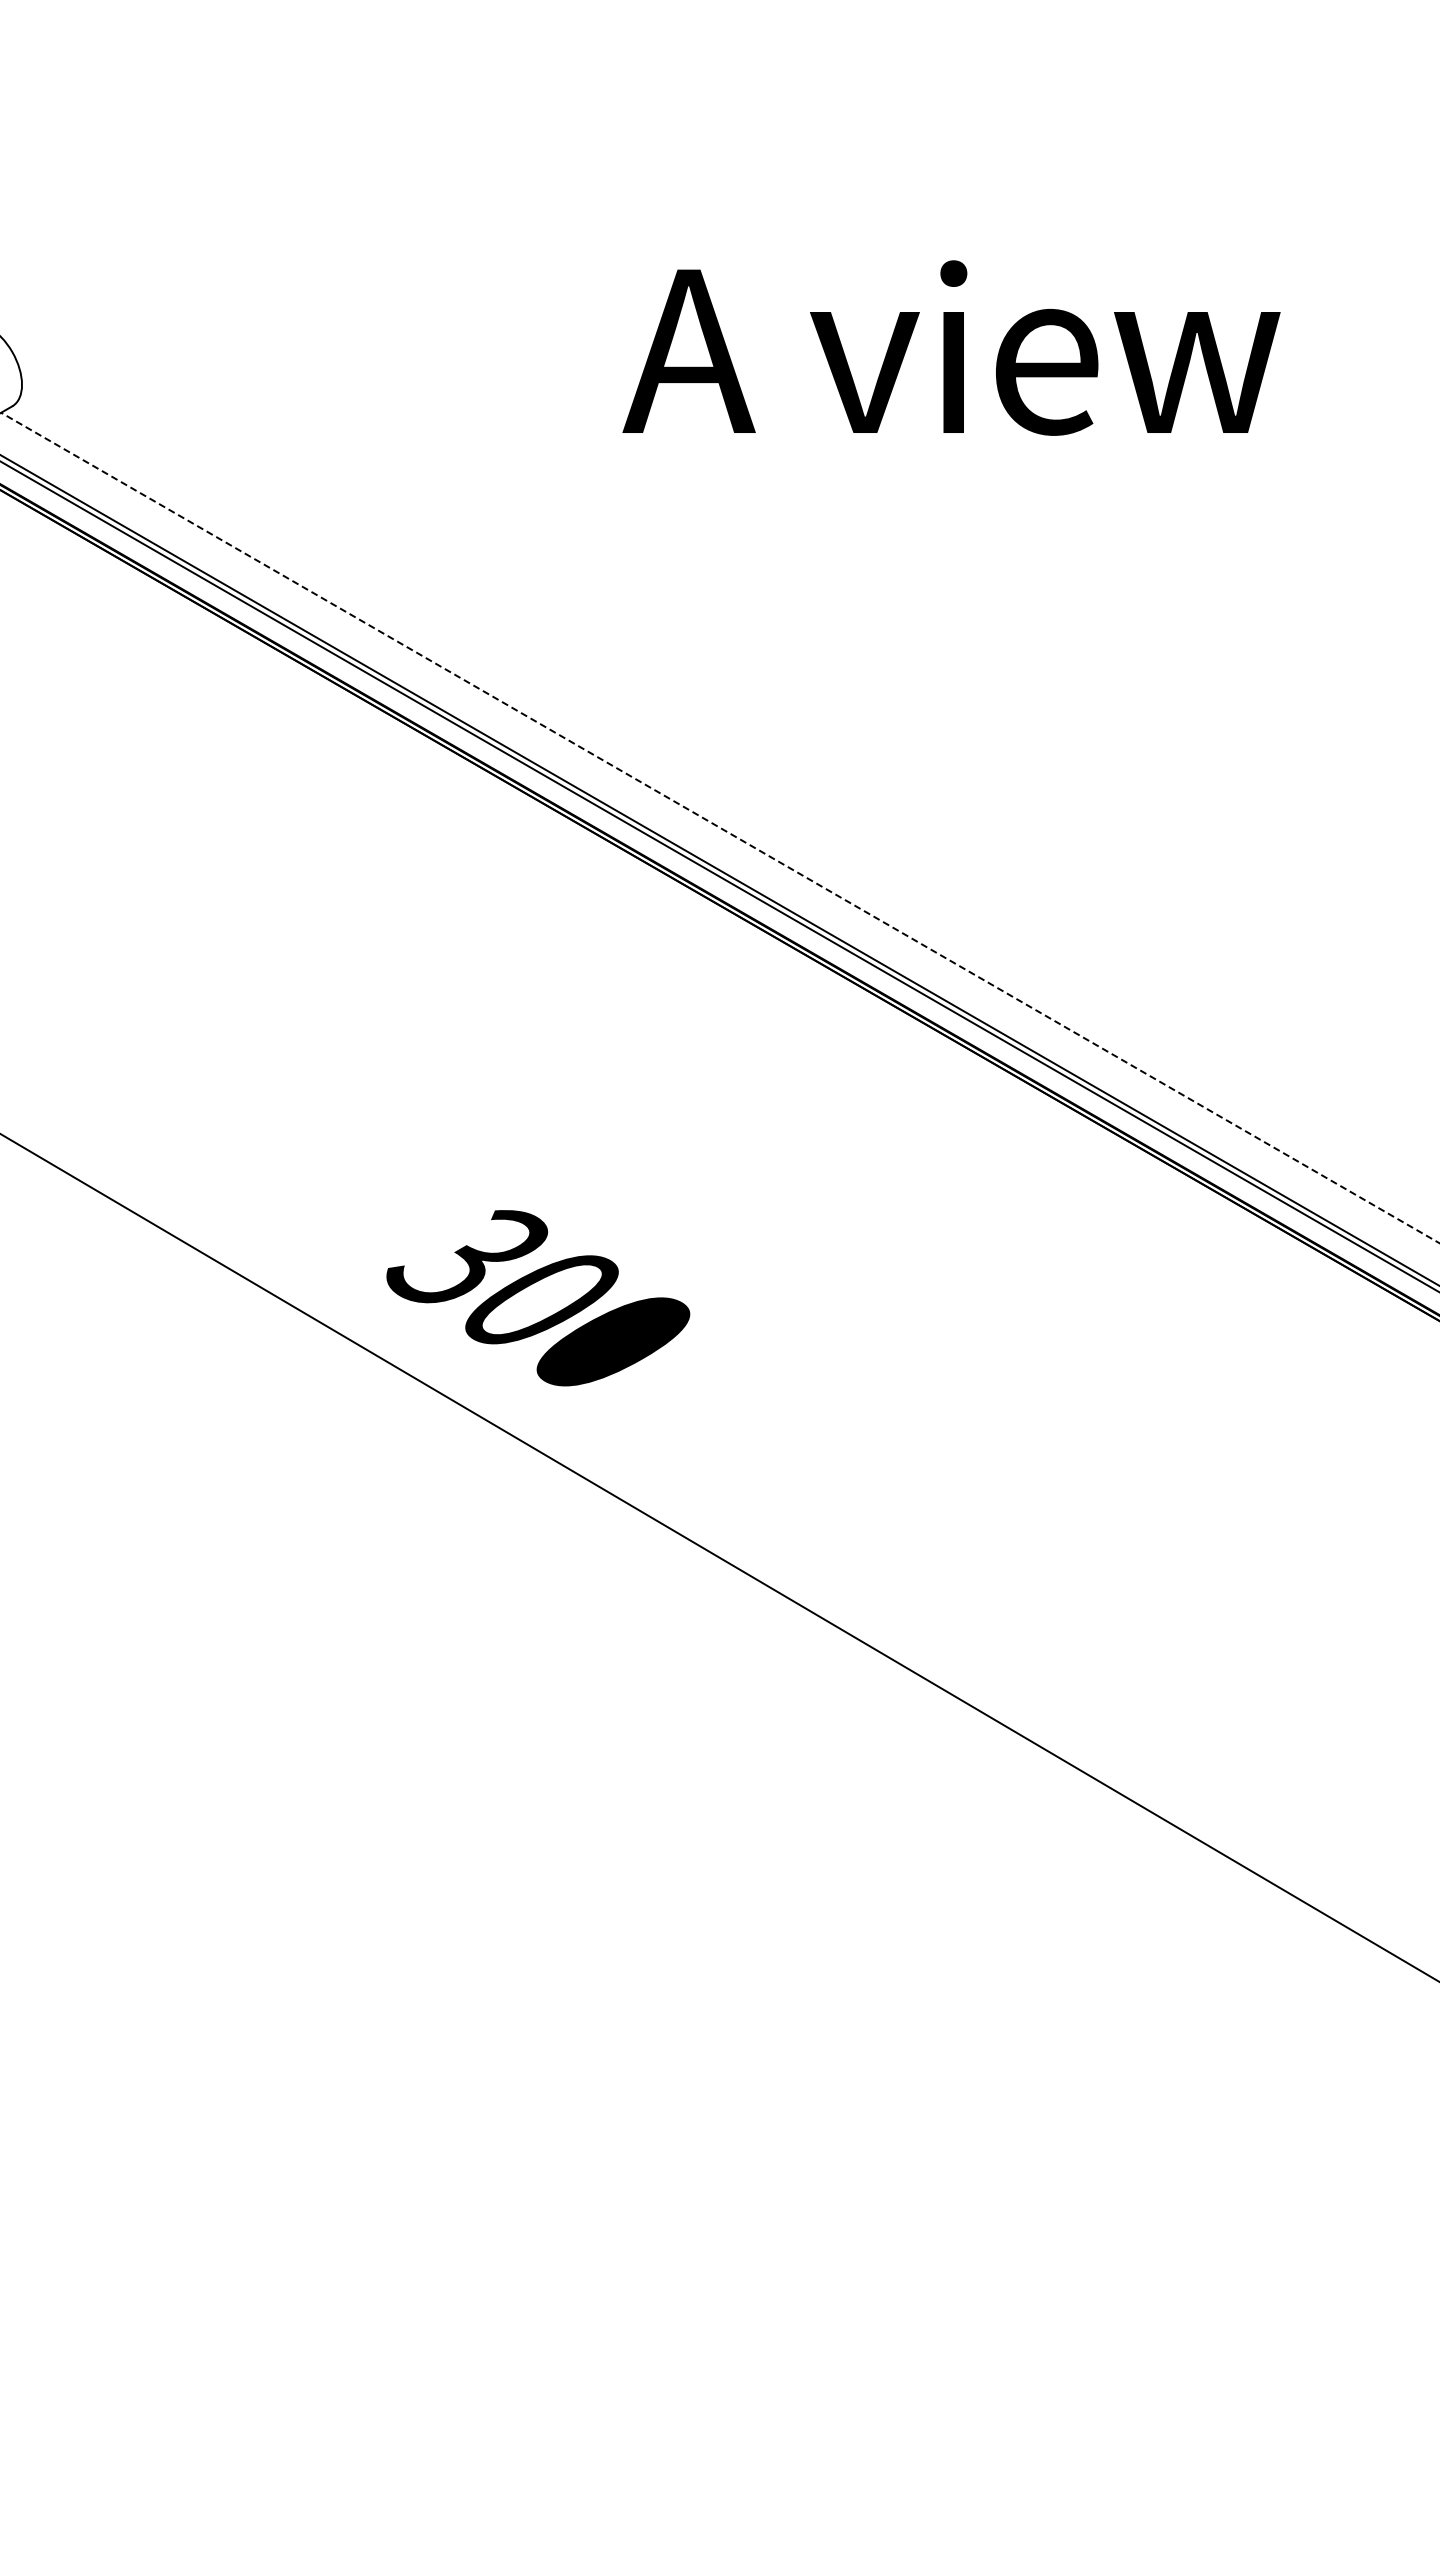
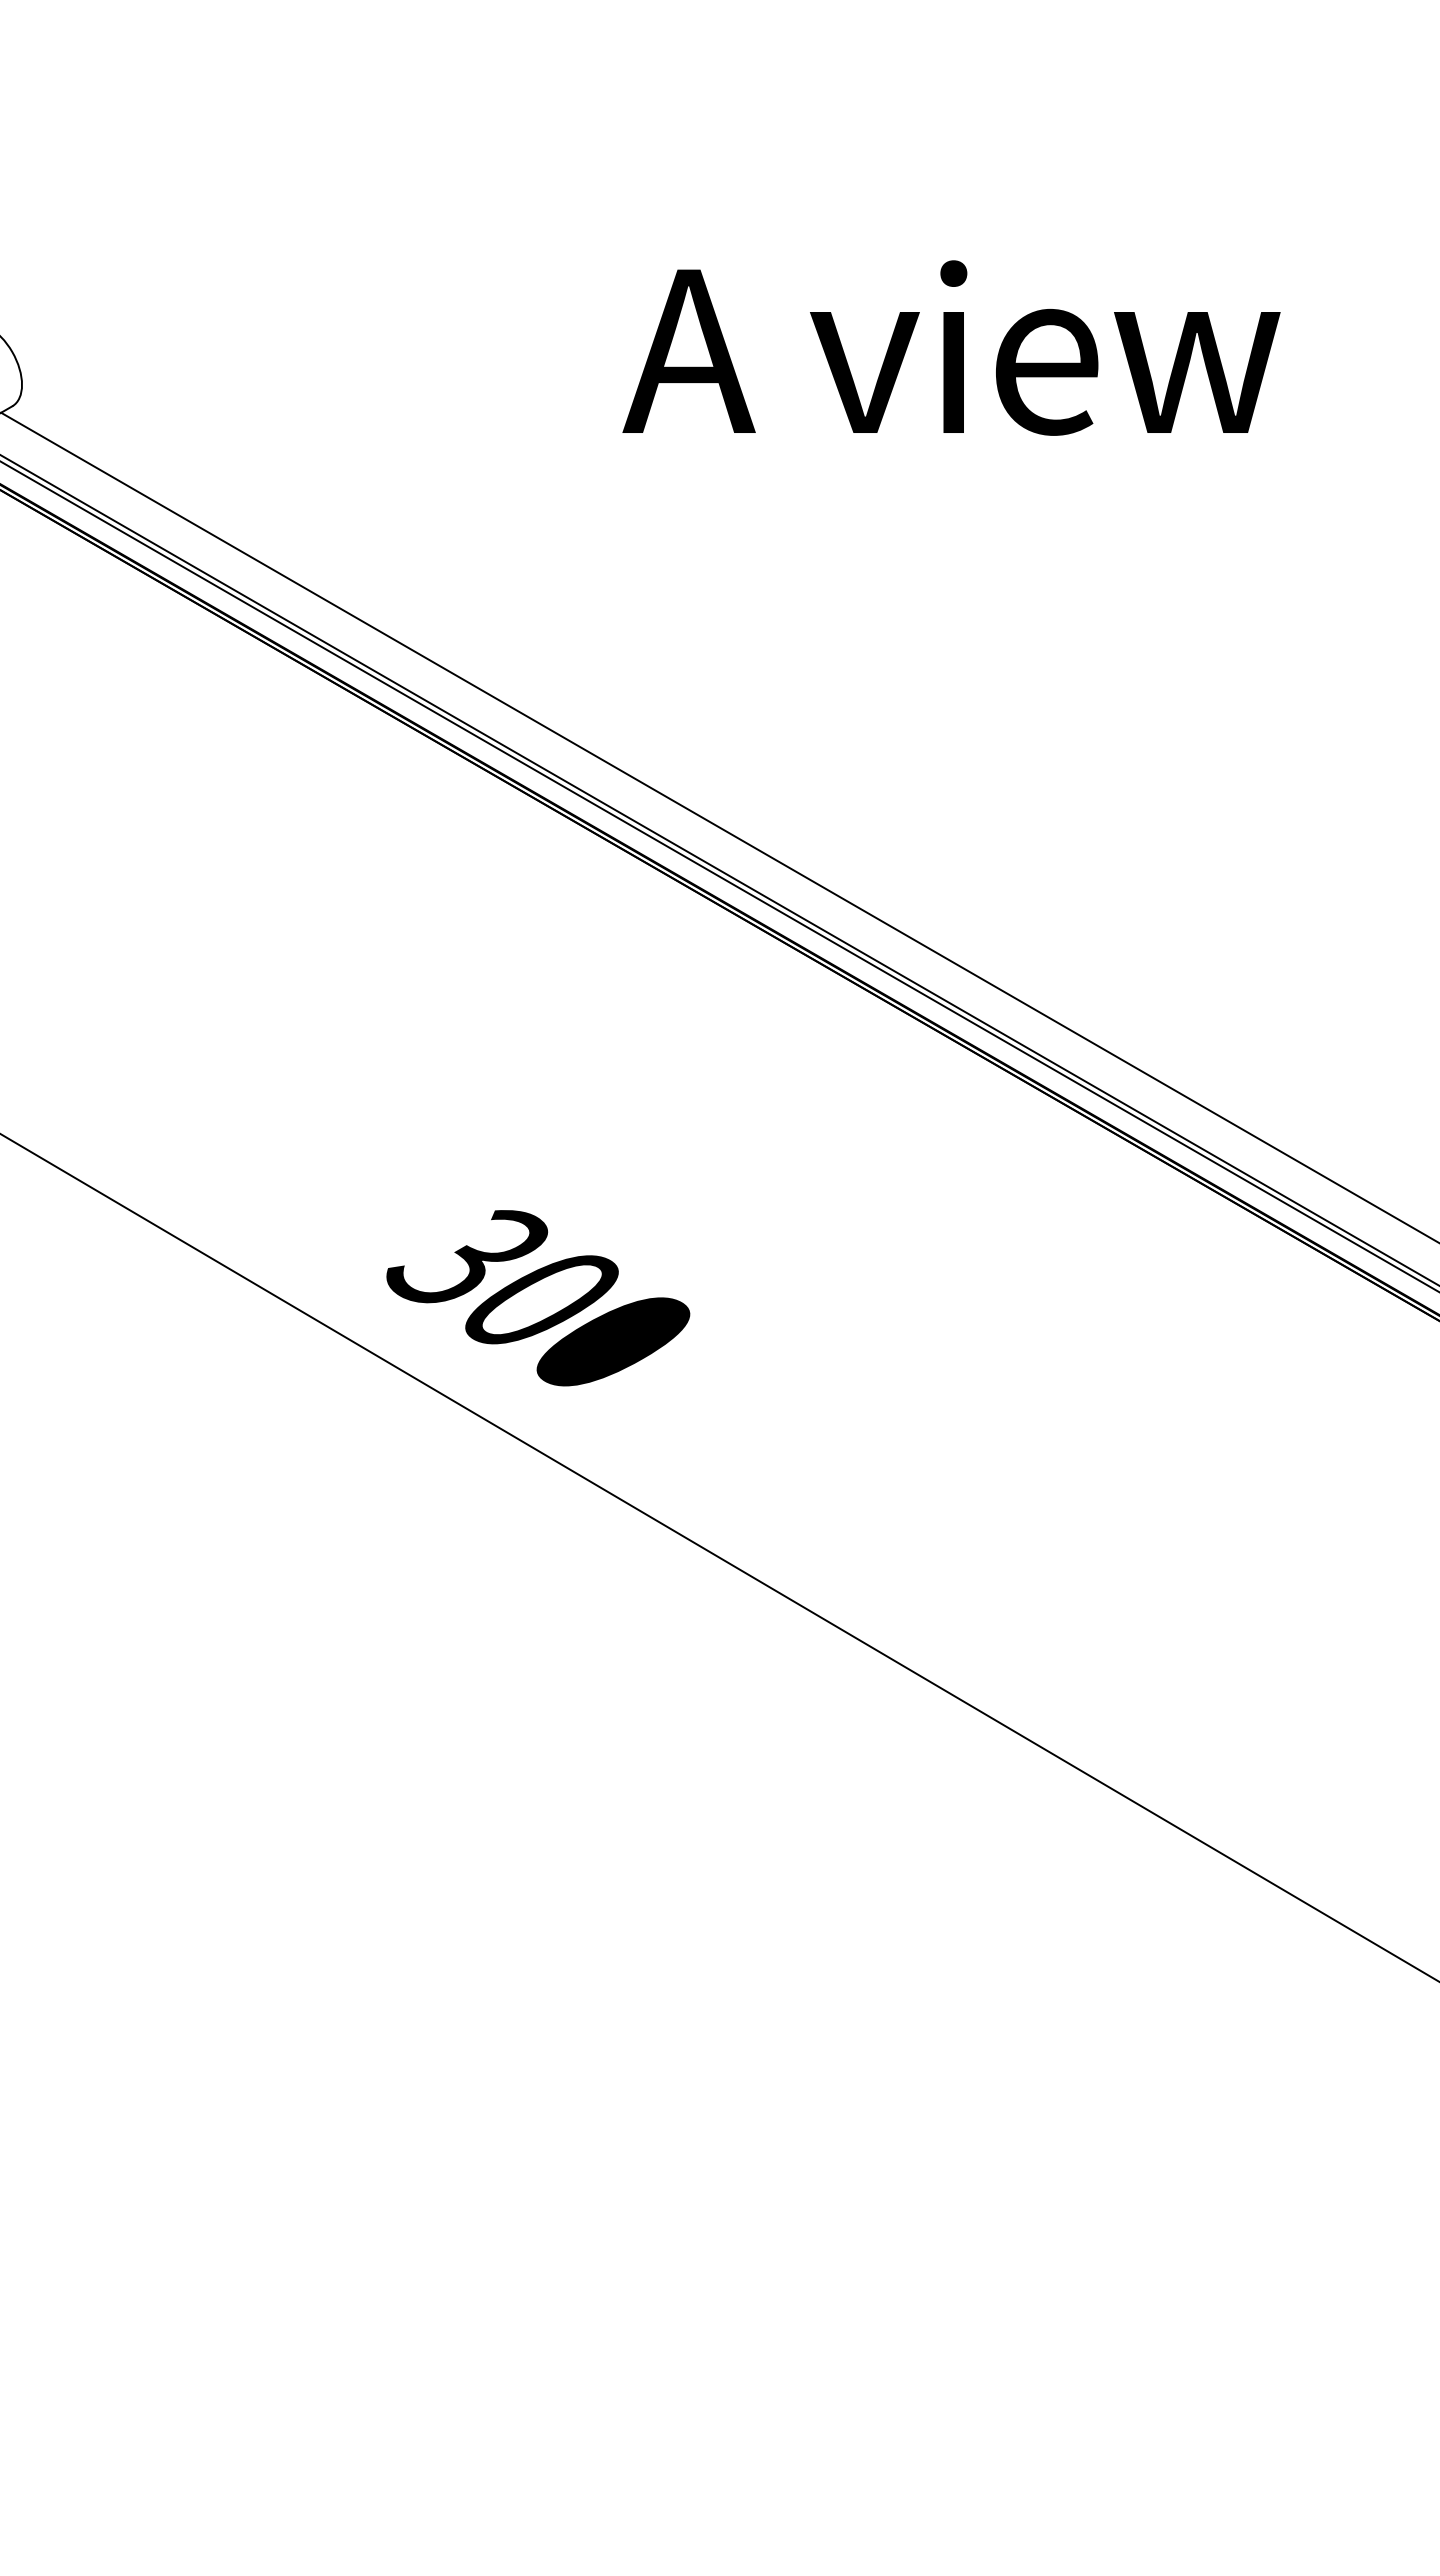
line at (719, 827): dashed -> solid
